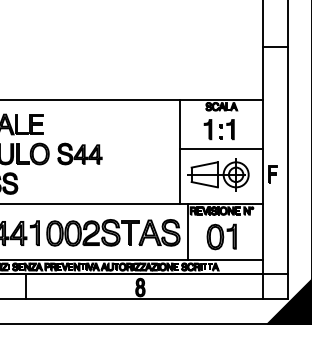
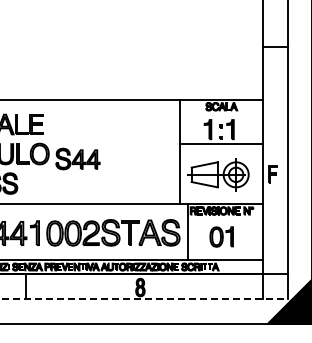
line at (221, 149) position: (221, 149) -> (221, 144)
part at (79, 153) position: (79, 153) -> (77, 158)
part at (221, 236) size: 31x28 px -> 25x22 px
line at (144, 298): solid -> dashed
